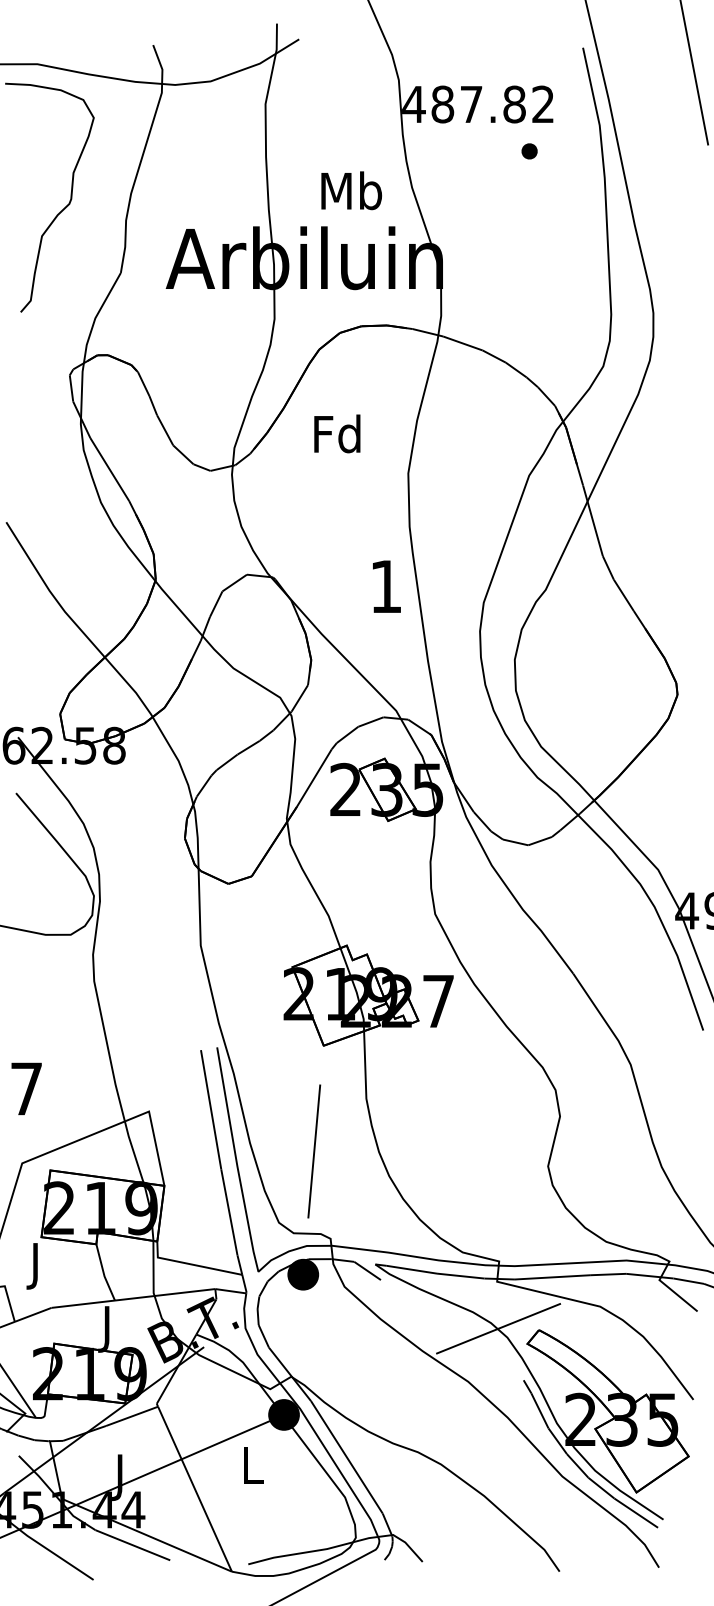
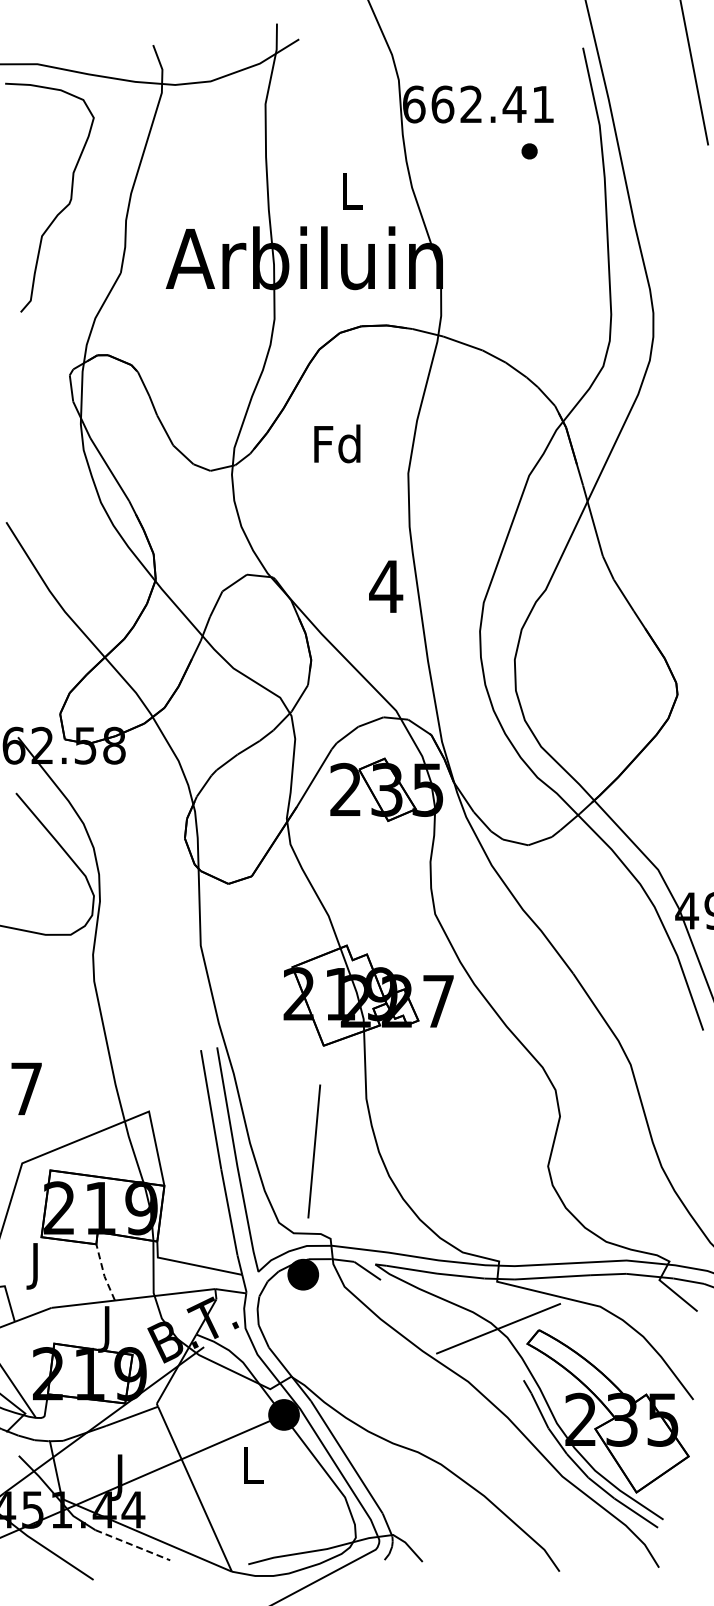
text at (477, 104): 487.82 -> 662.41
text at (351, 190): Mb -> L
text at (337, 433) position: (337, 433) -> (337, 443)
text at (386, 586): 1 -> 4
line at (103, 1273): solid -> dashed
line at (133, 1545): solid -> dashed
